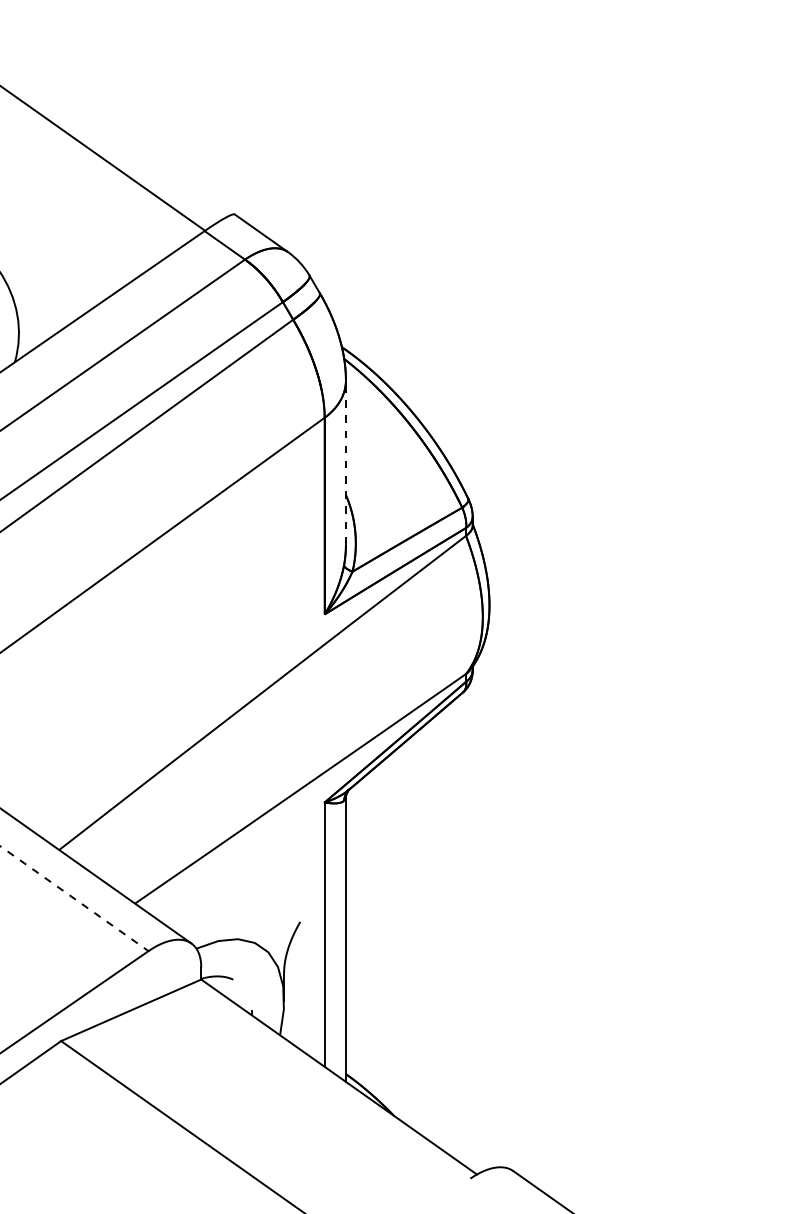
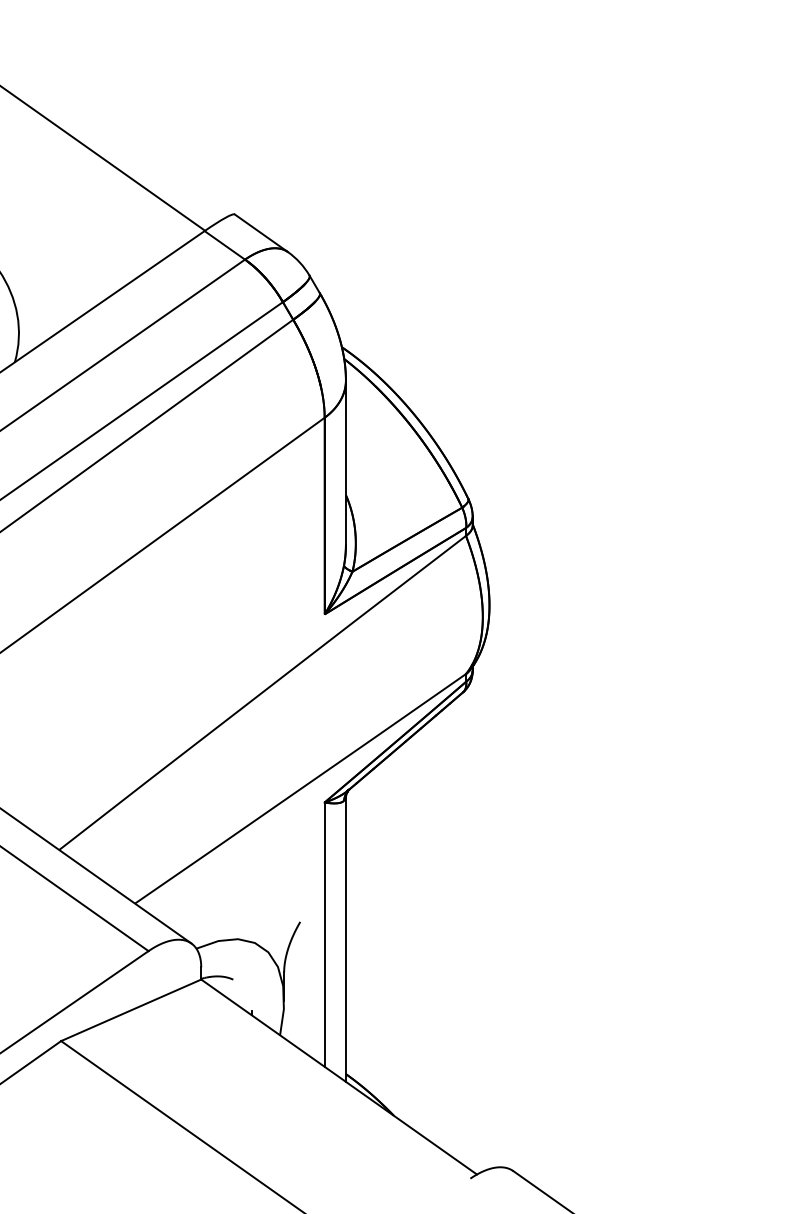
line at (345, 462): dashed -> solid
line at (75, 899): dashed -> solid
